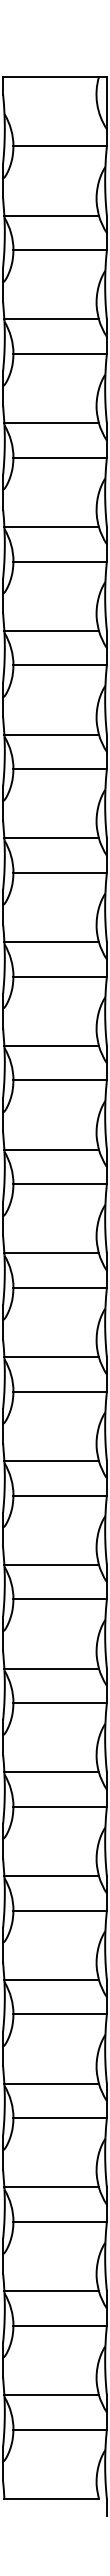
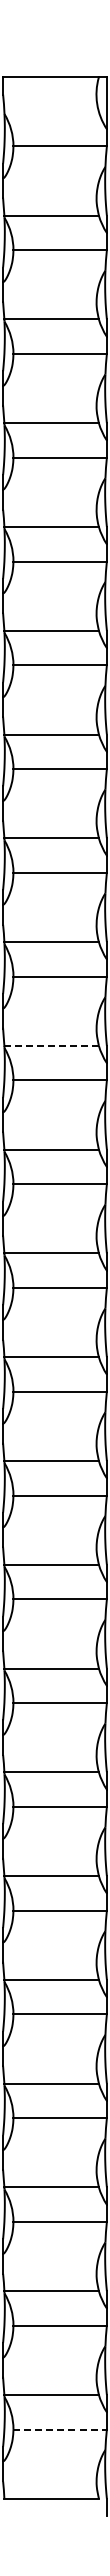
line at (52, 1045): solid -> dashed
line at (60, 2429): solid -> dashed
